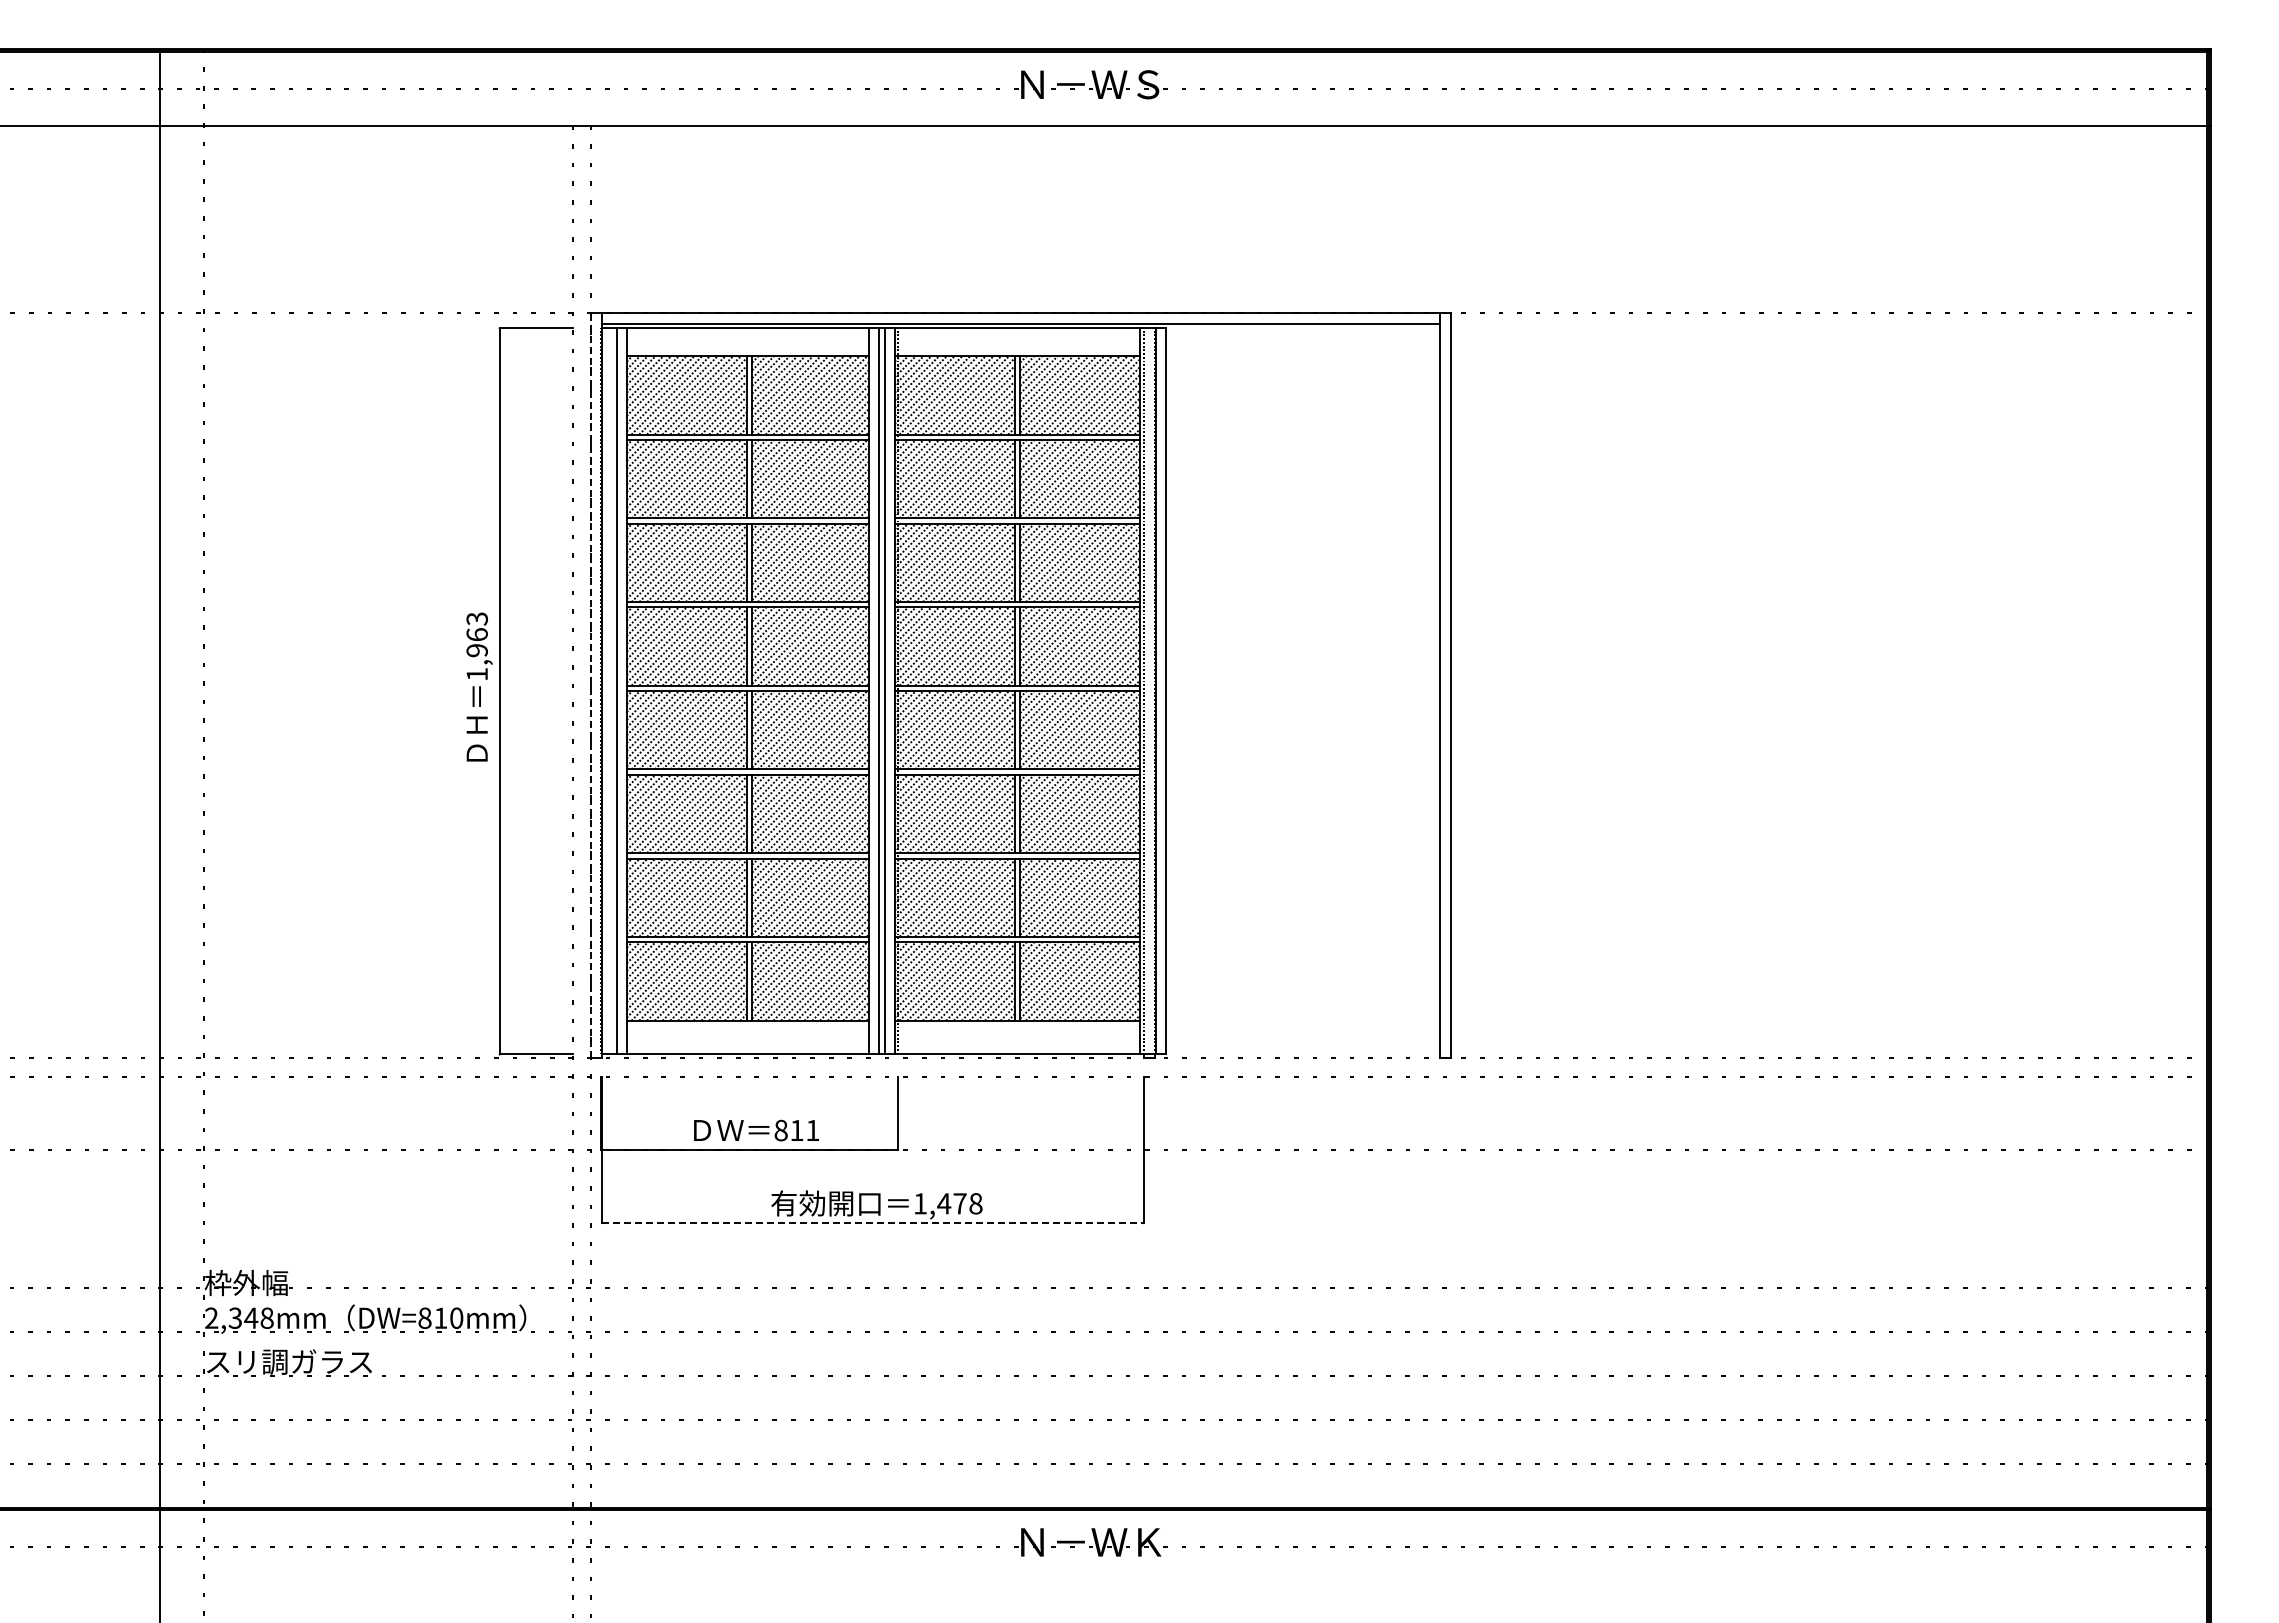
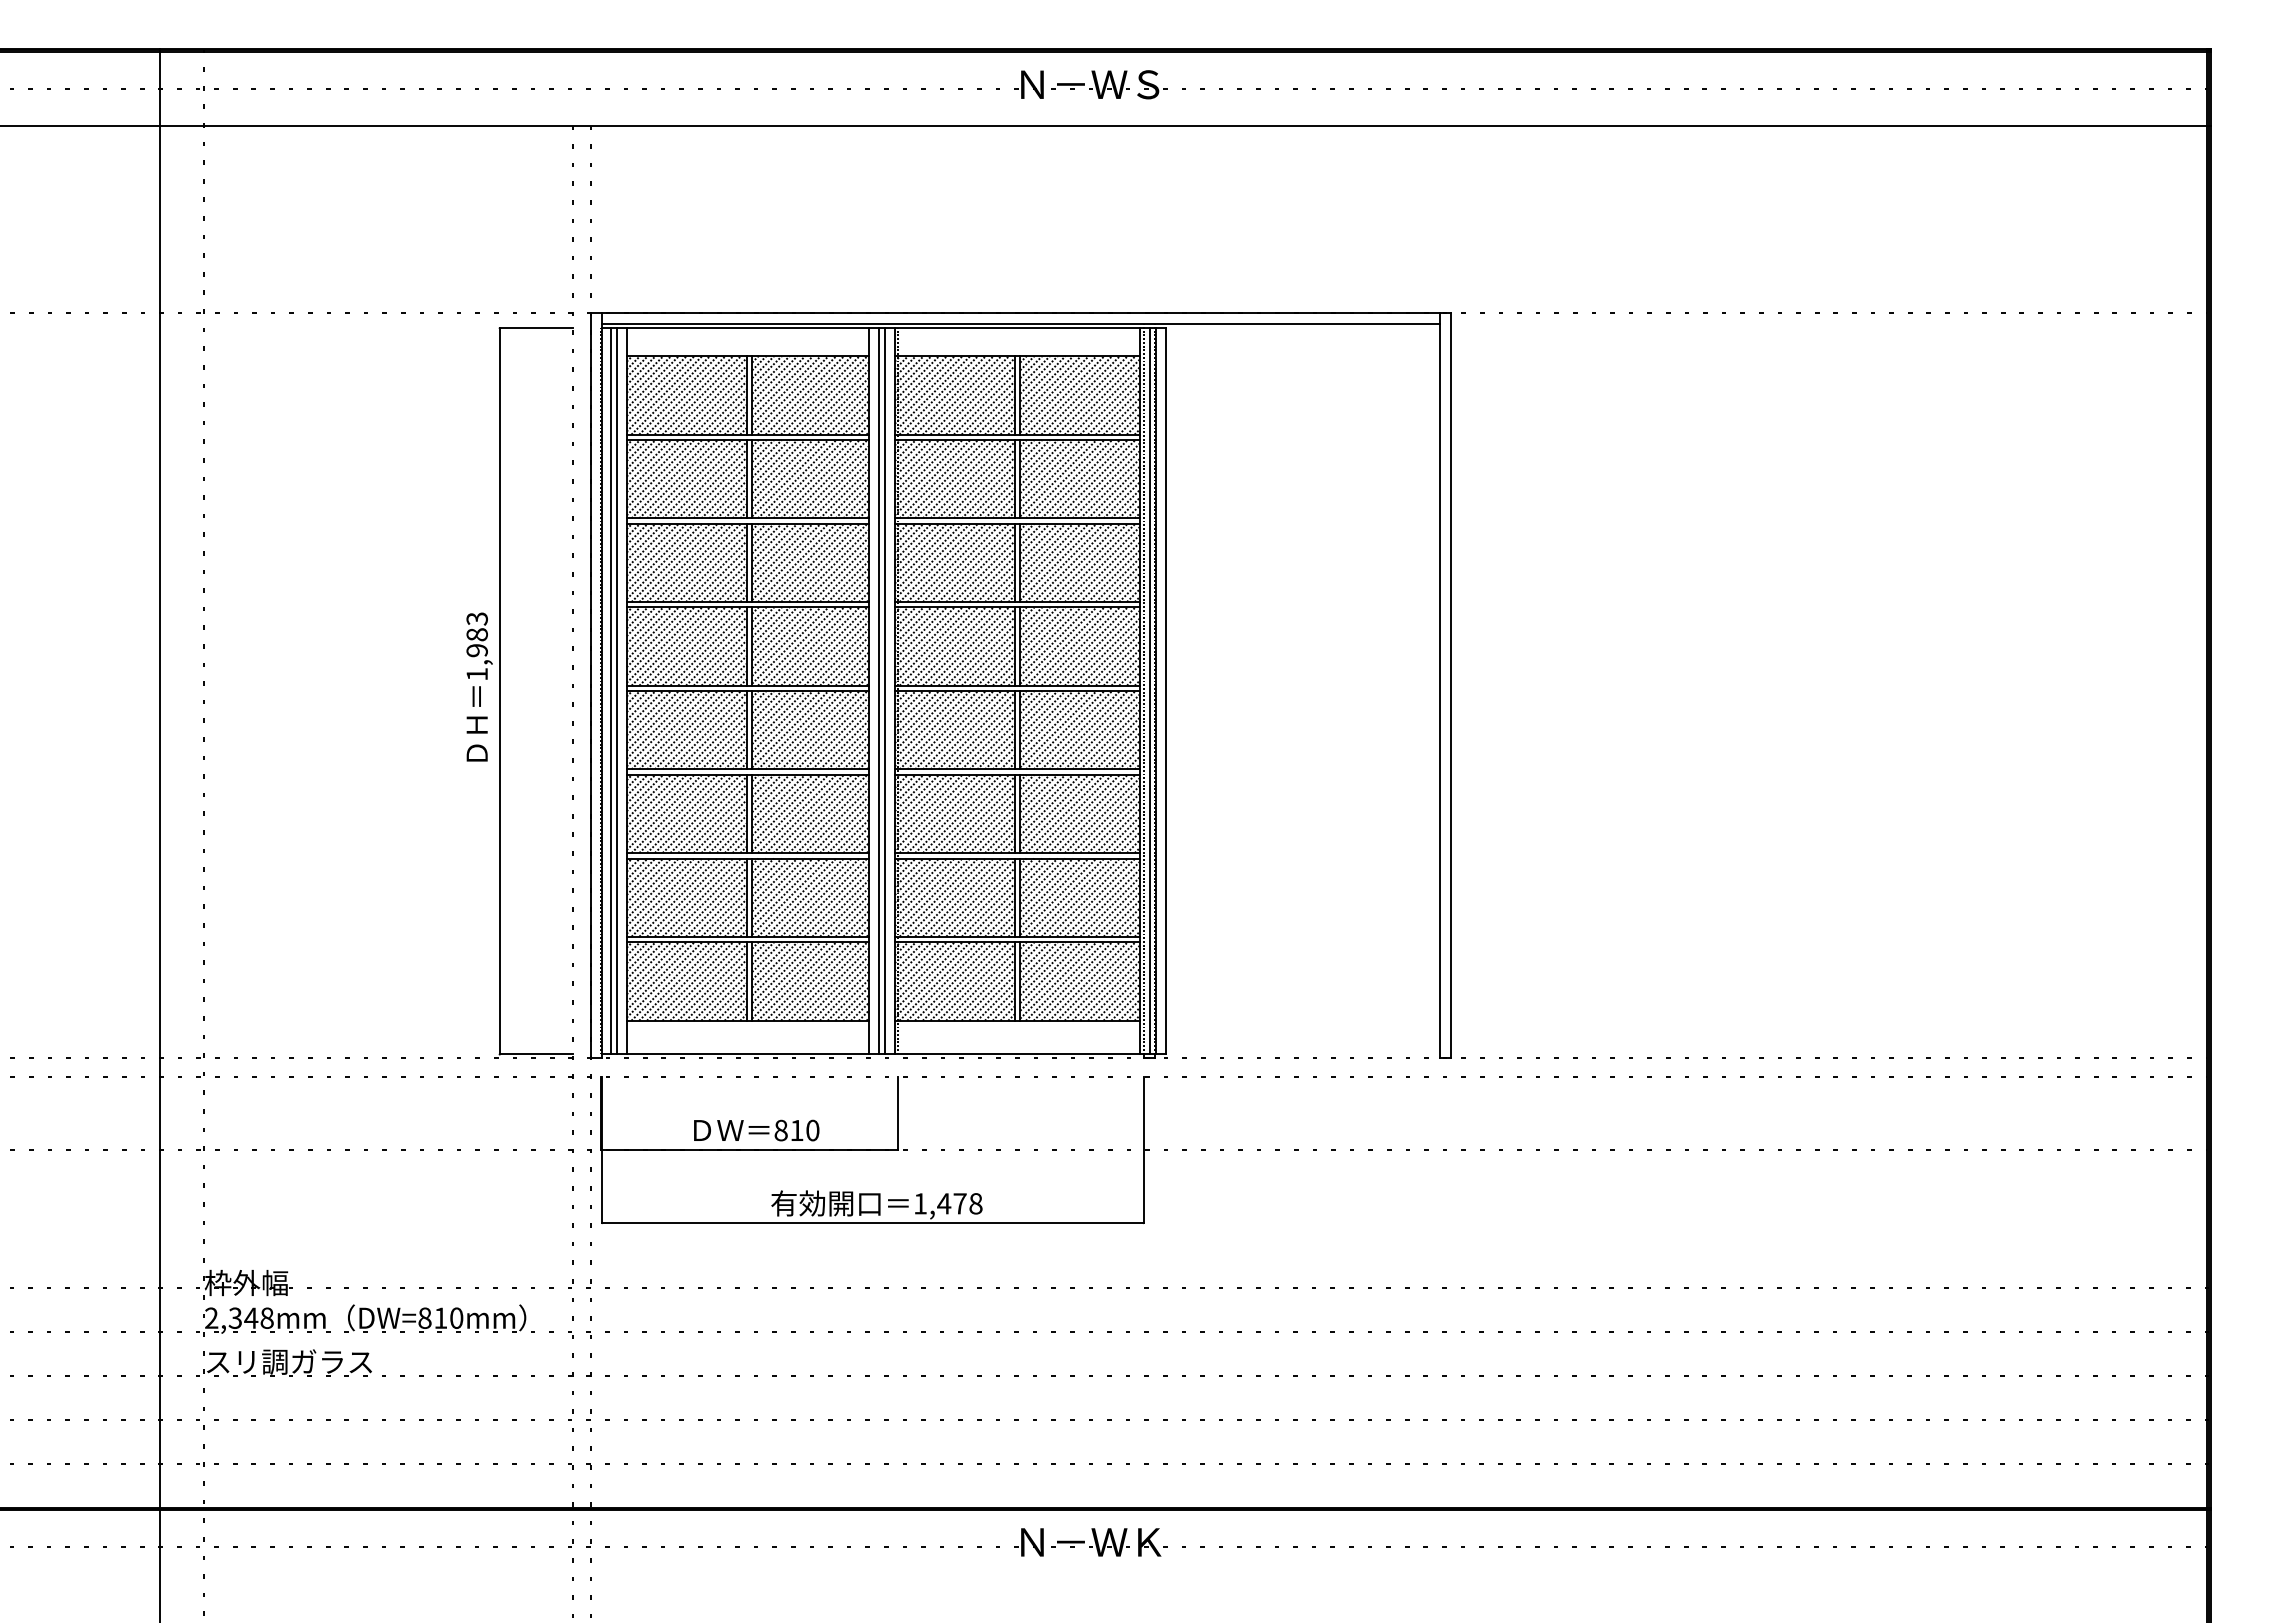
text at (476, 634): 1,963 -> 1,983
line at (591, 685): dashed -> solid
line at (611, 691): none -> present
line at (1150, 691): none -> present
text at (812, 1130): 811 -> 810
line at (872, 1223): dashed -> solid
